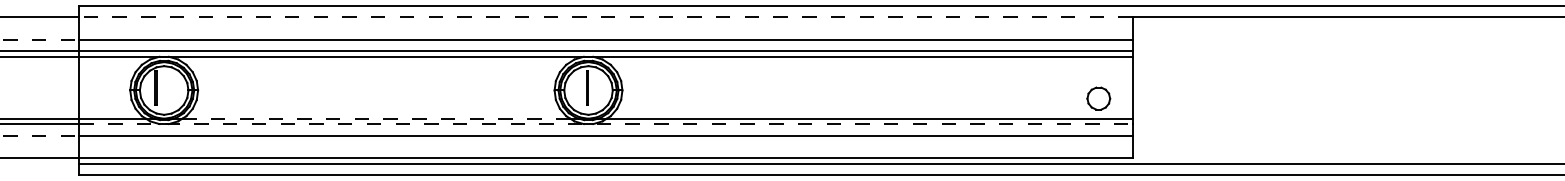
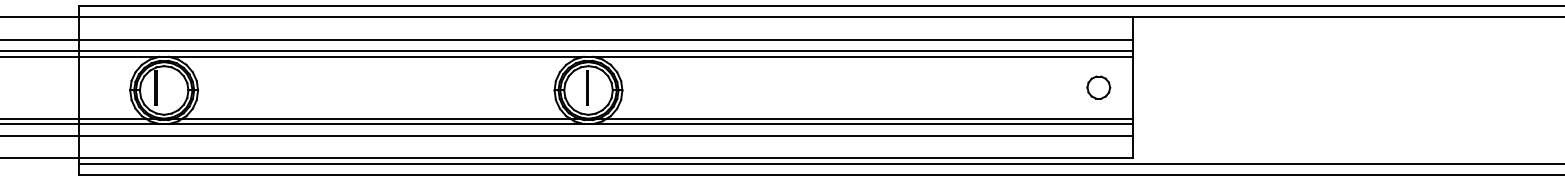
line at (606, 16): dashed -> solid
line at (40, 39): dashed -> solid
part at (1098, 98) position: (1098, 98) -> (1098, 87)
line at (376, 118): dashed -> solid
line at (606, 124): dashed -> solid
line at (40, 135): dashed -> solid
